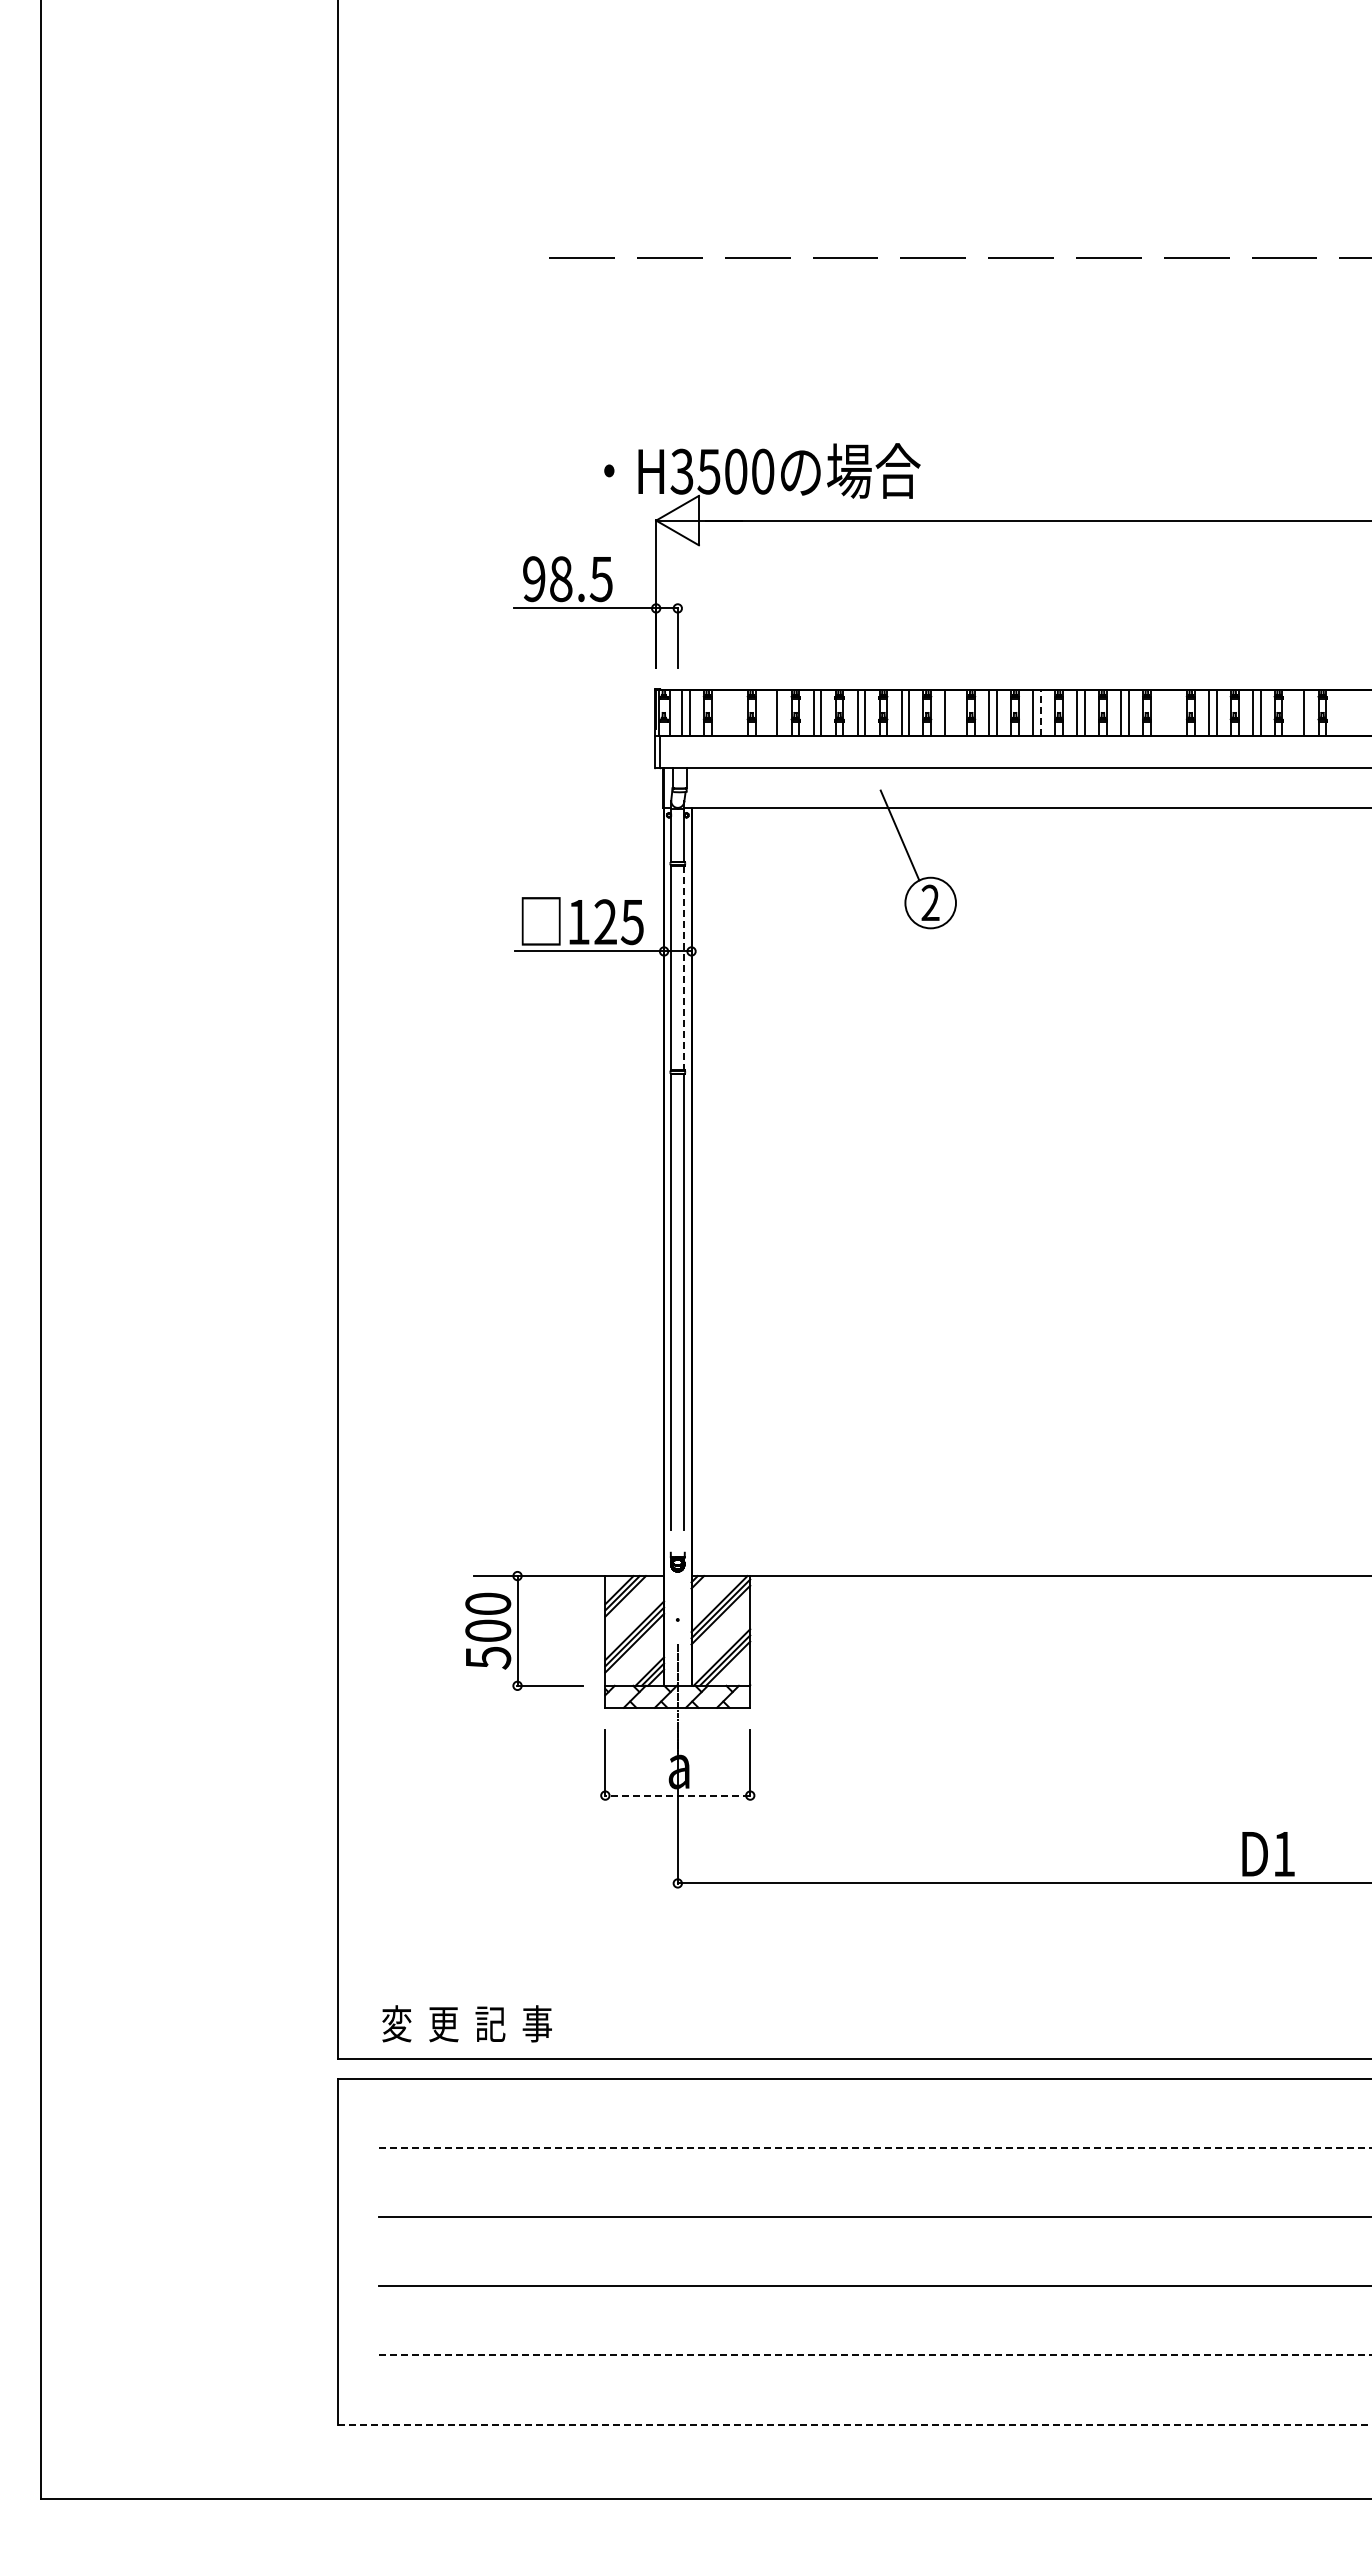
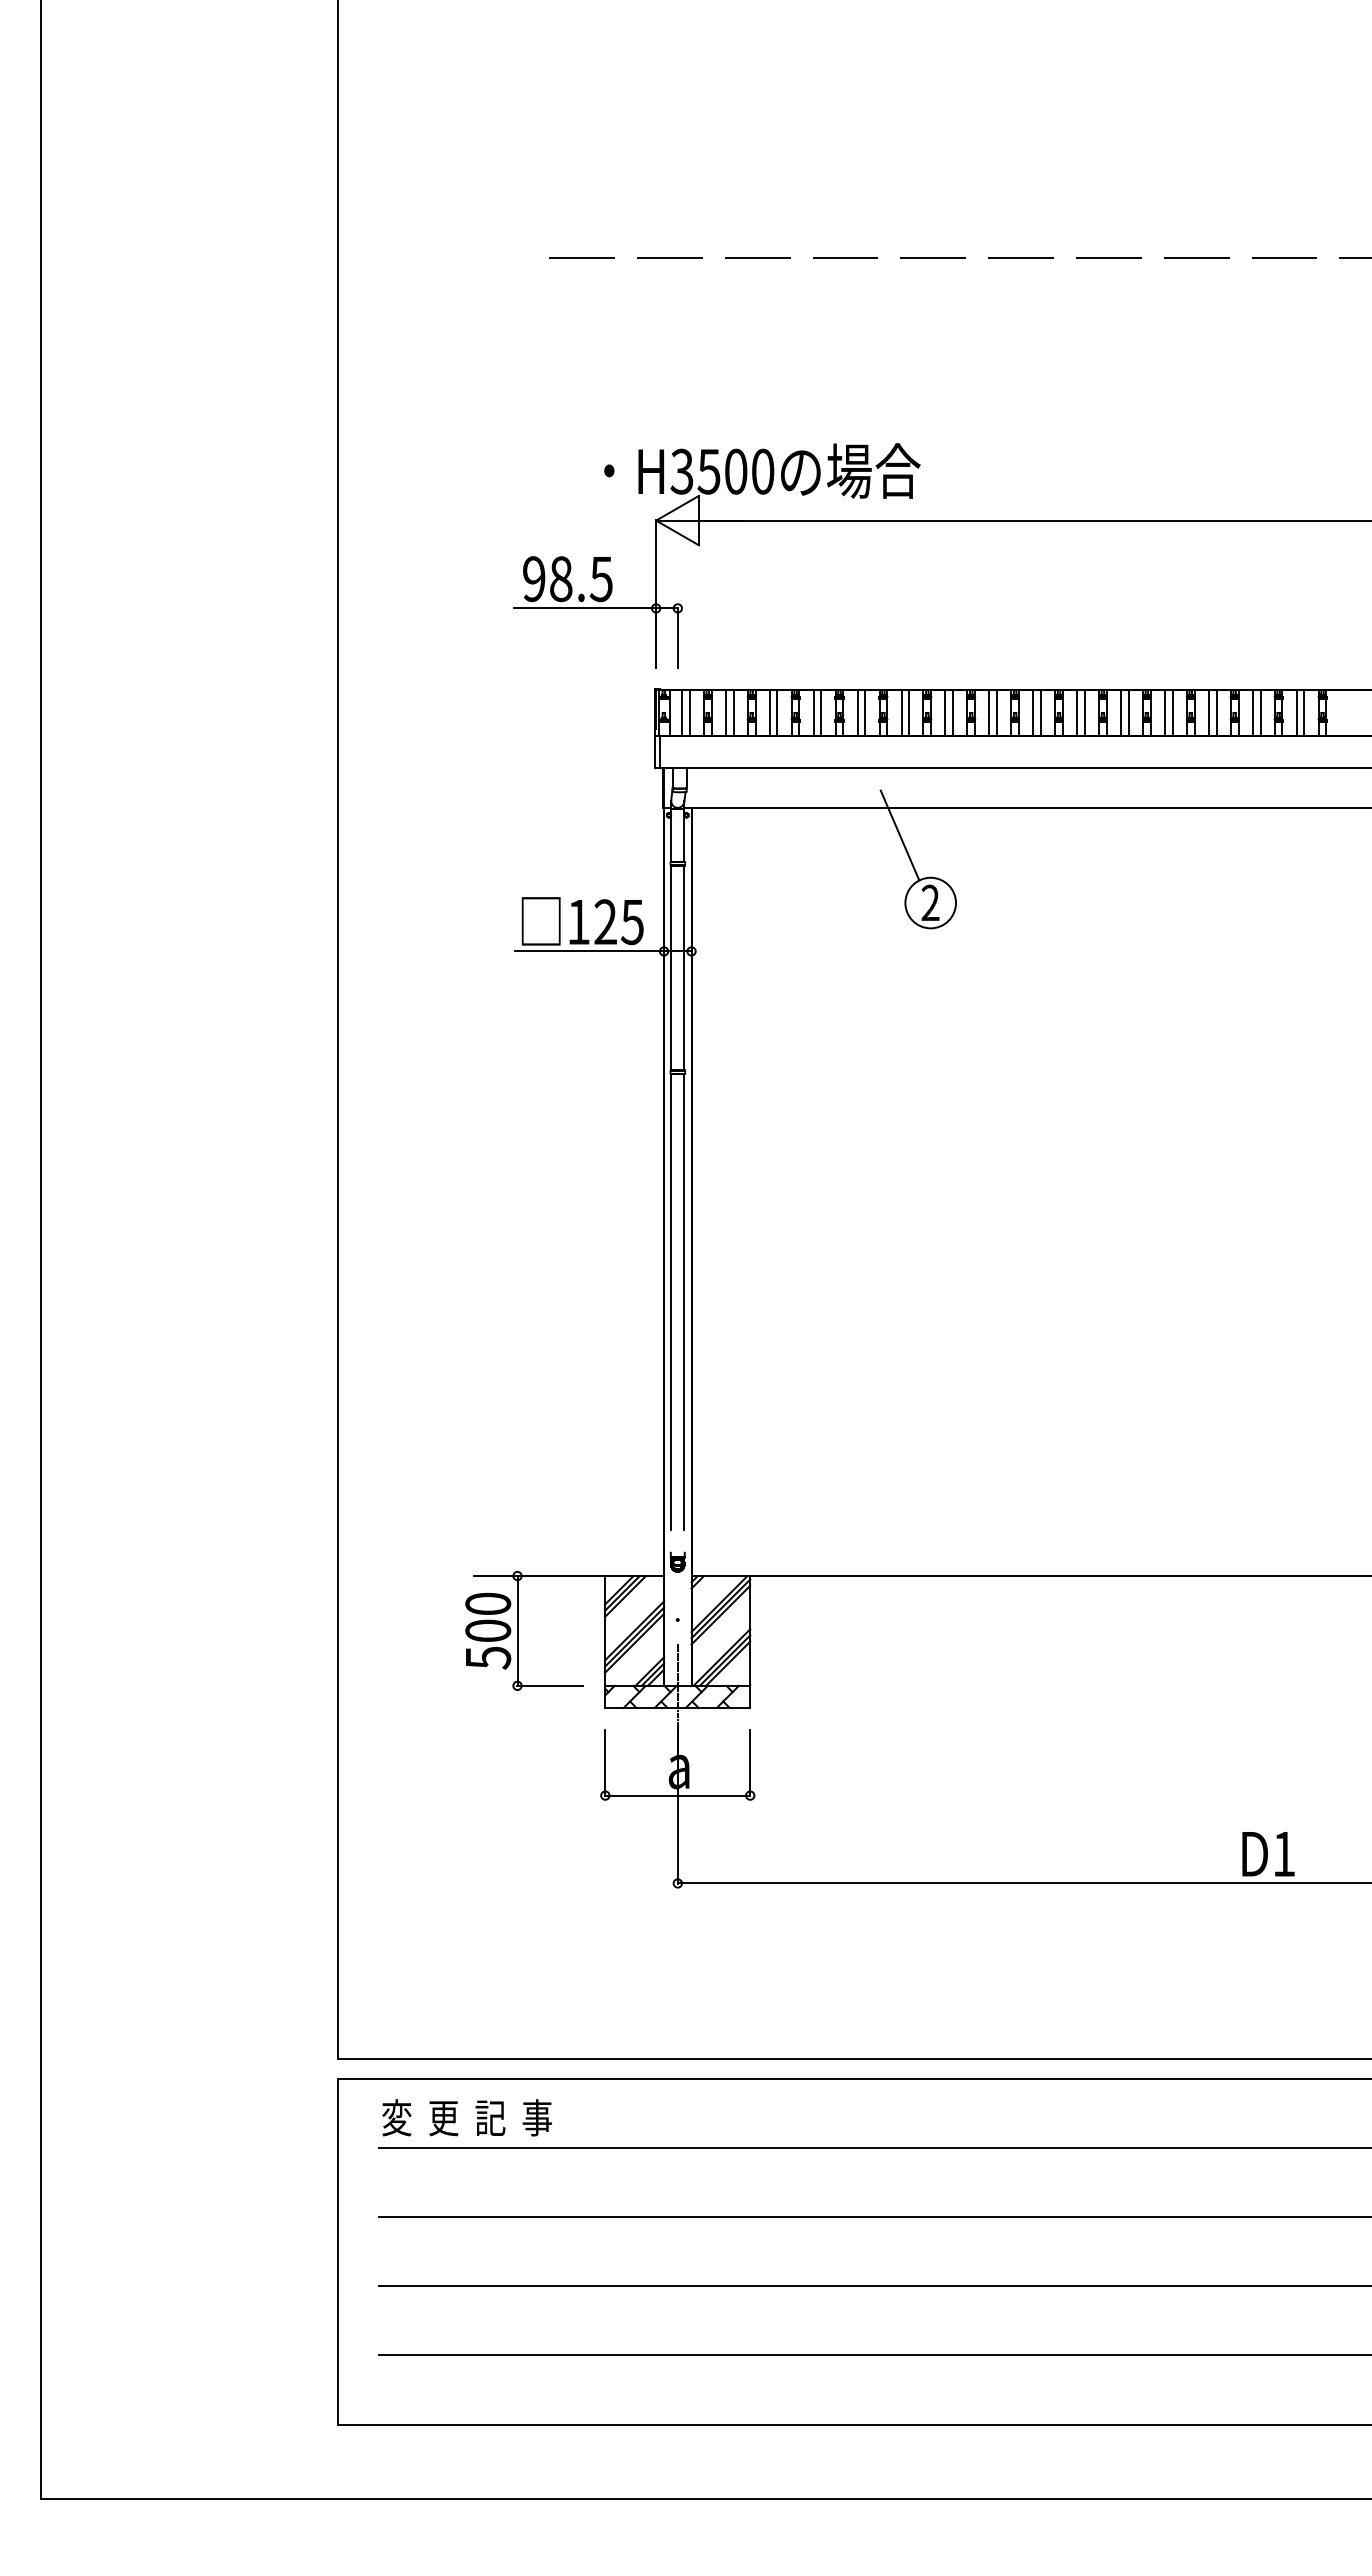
line at (725, 712): none -> present
line at (733, 712): none -> present
line at (769, 712): none -> present
line at (953, 712): none -> present
line at (1164, 712): none -> present
line at (1172, 712): none -> present
line at (1296, 712): none -> present
line at (1040, 713): dashed -> solid
line at (684, 968): dashed -> solid
line at (677, 1795): dashed -> solid
text at (466, 2023) position: (466, 2023) -> (466, 2117)
line at (875, 2147): dashed -> solid
line at (875, 2355): dashed -> solid
line at (854, 2424): dashed -> solid
